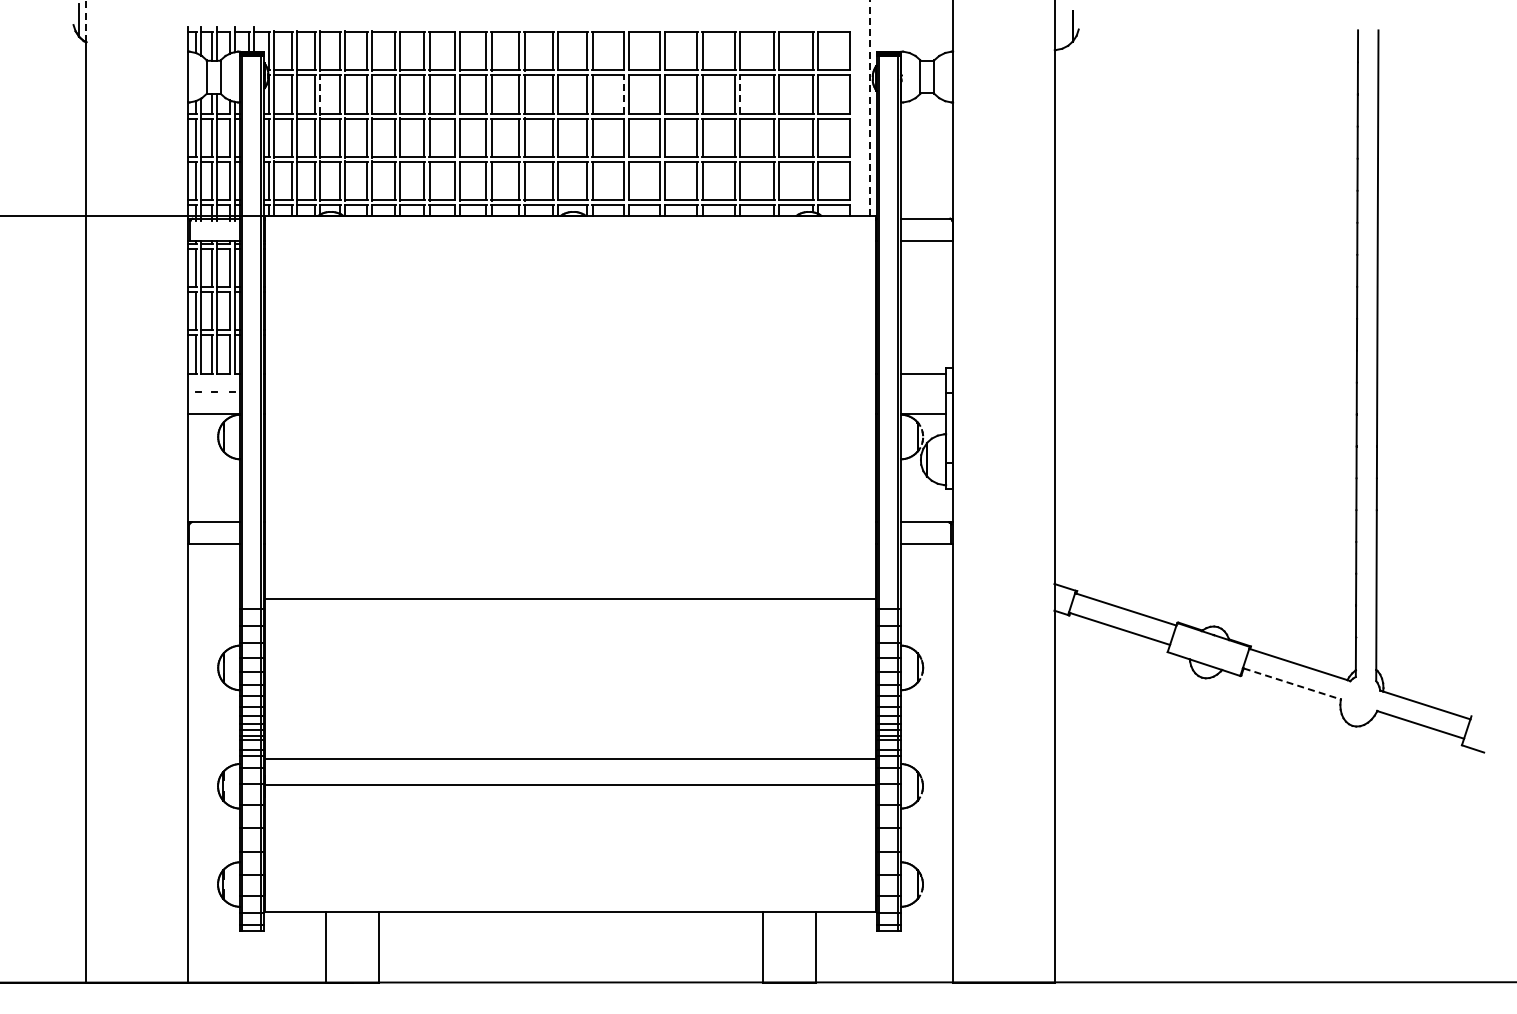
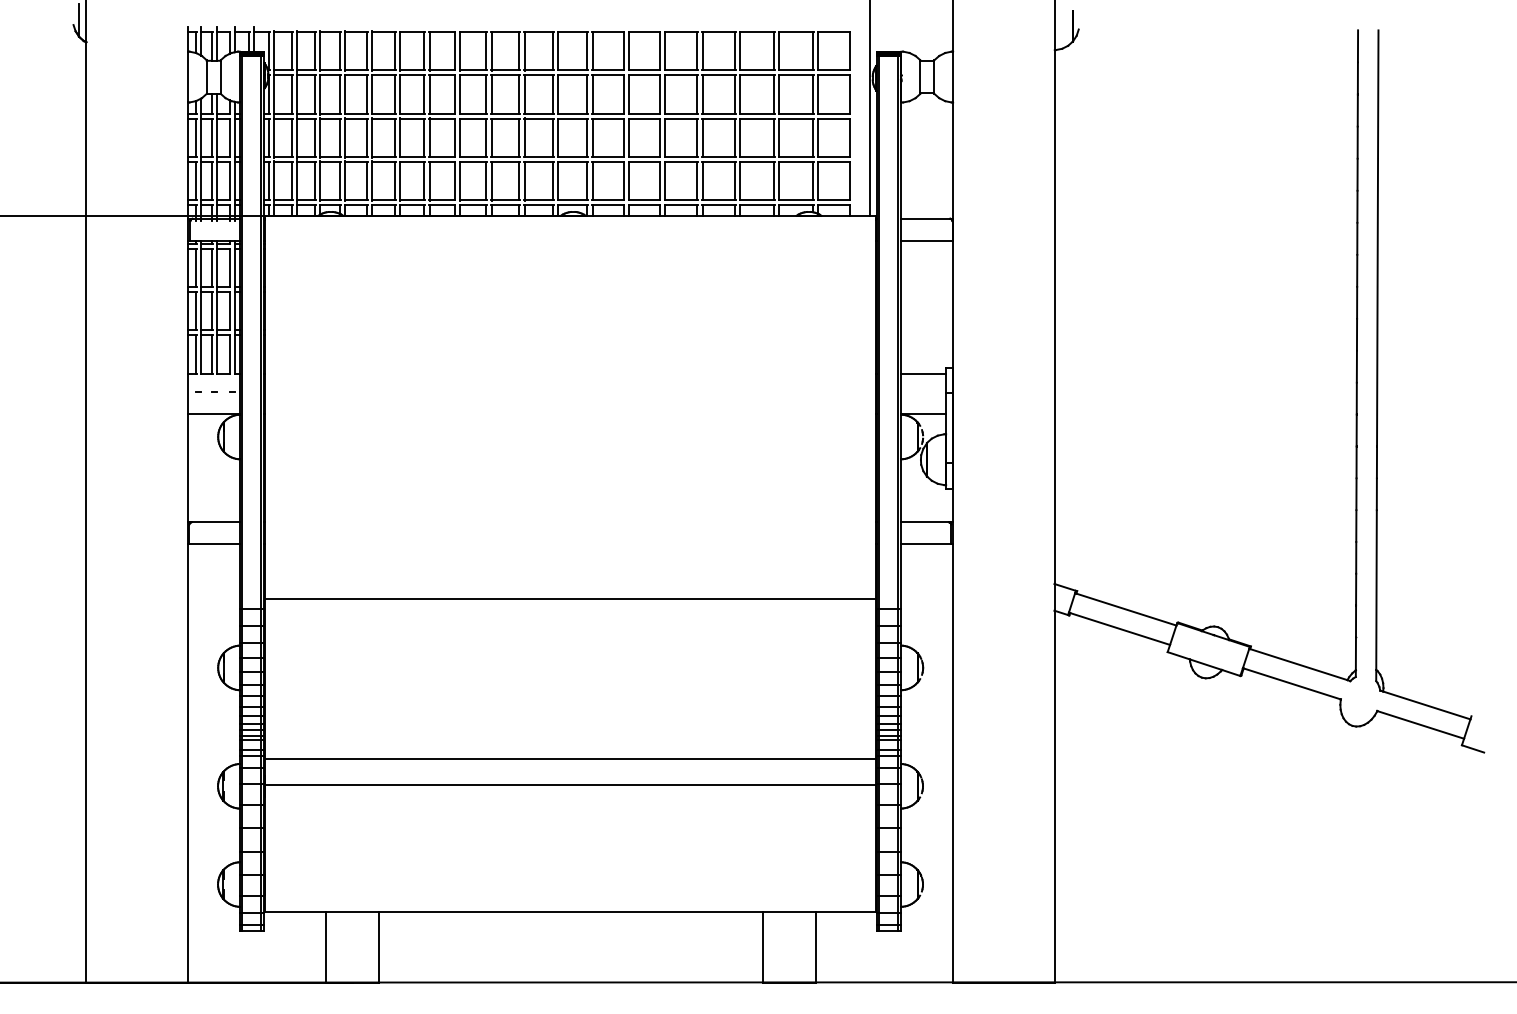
line at (86, 21): dashed -> solid
line at (320, 94): dashed -> solid
line at (623, 94): dashed -> solid
line at (740, 94): dashed -> solid
line at (869, 108): dashed -> solid
line at (1292, 683): dashed -> solid
